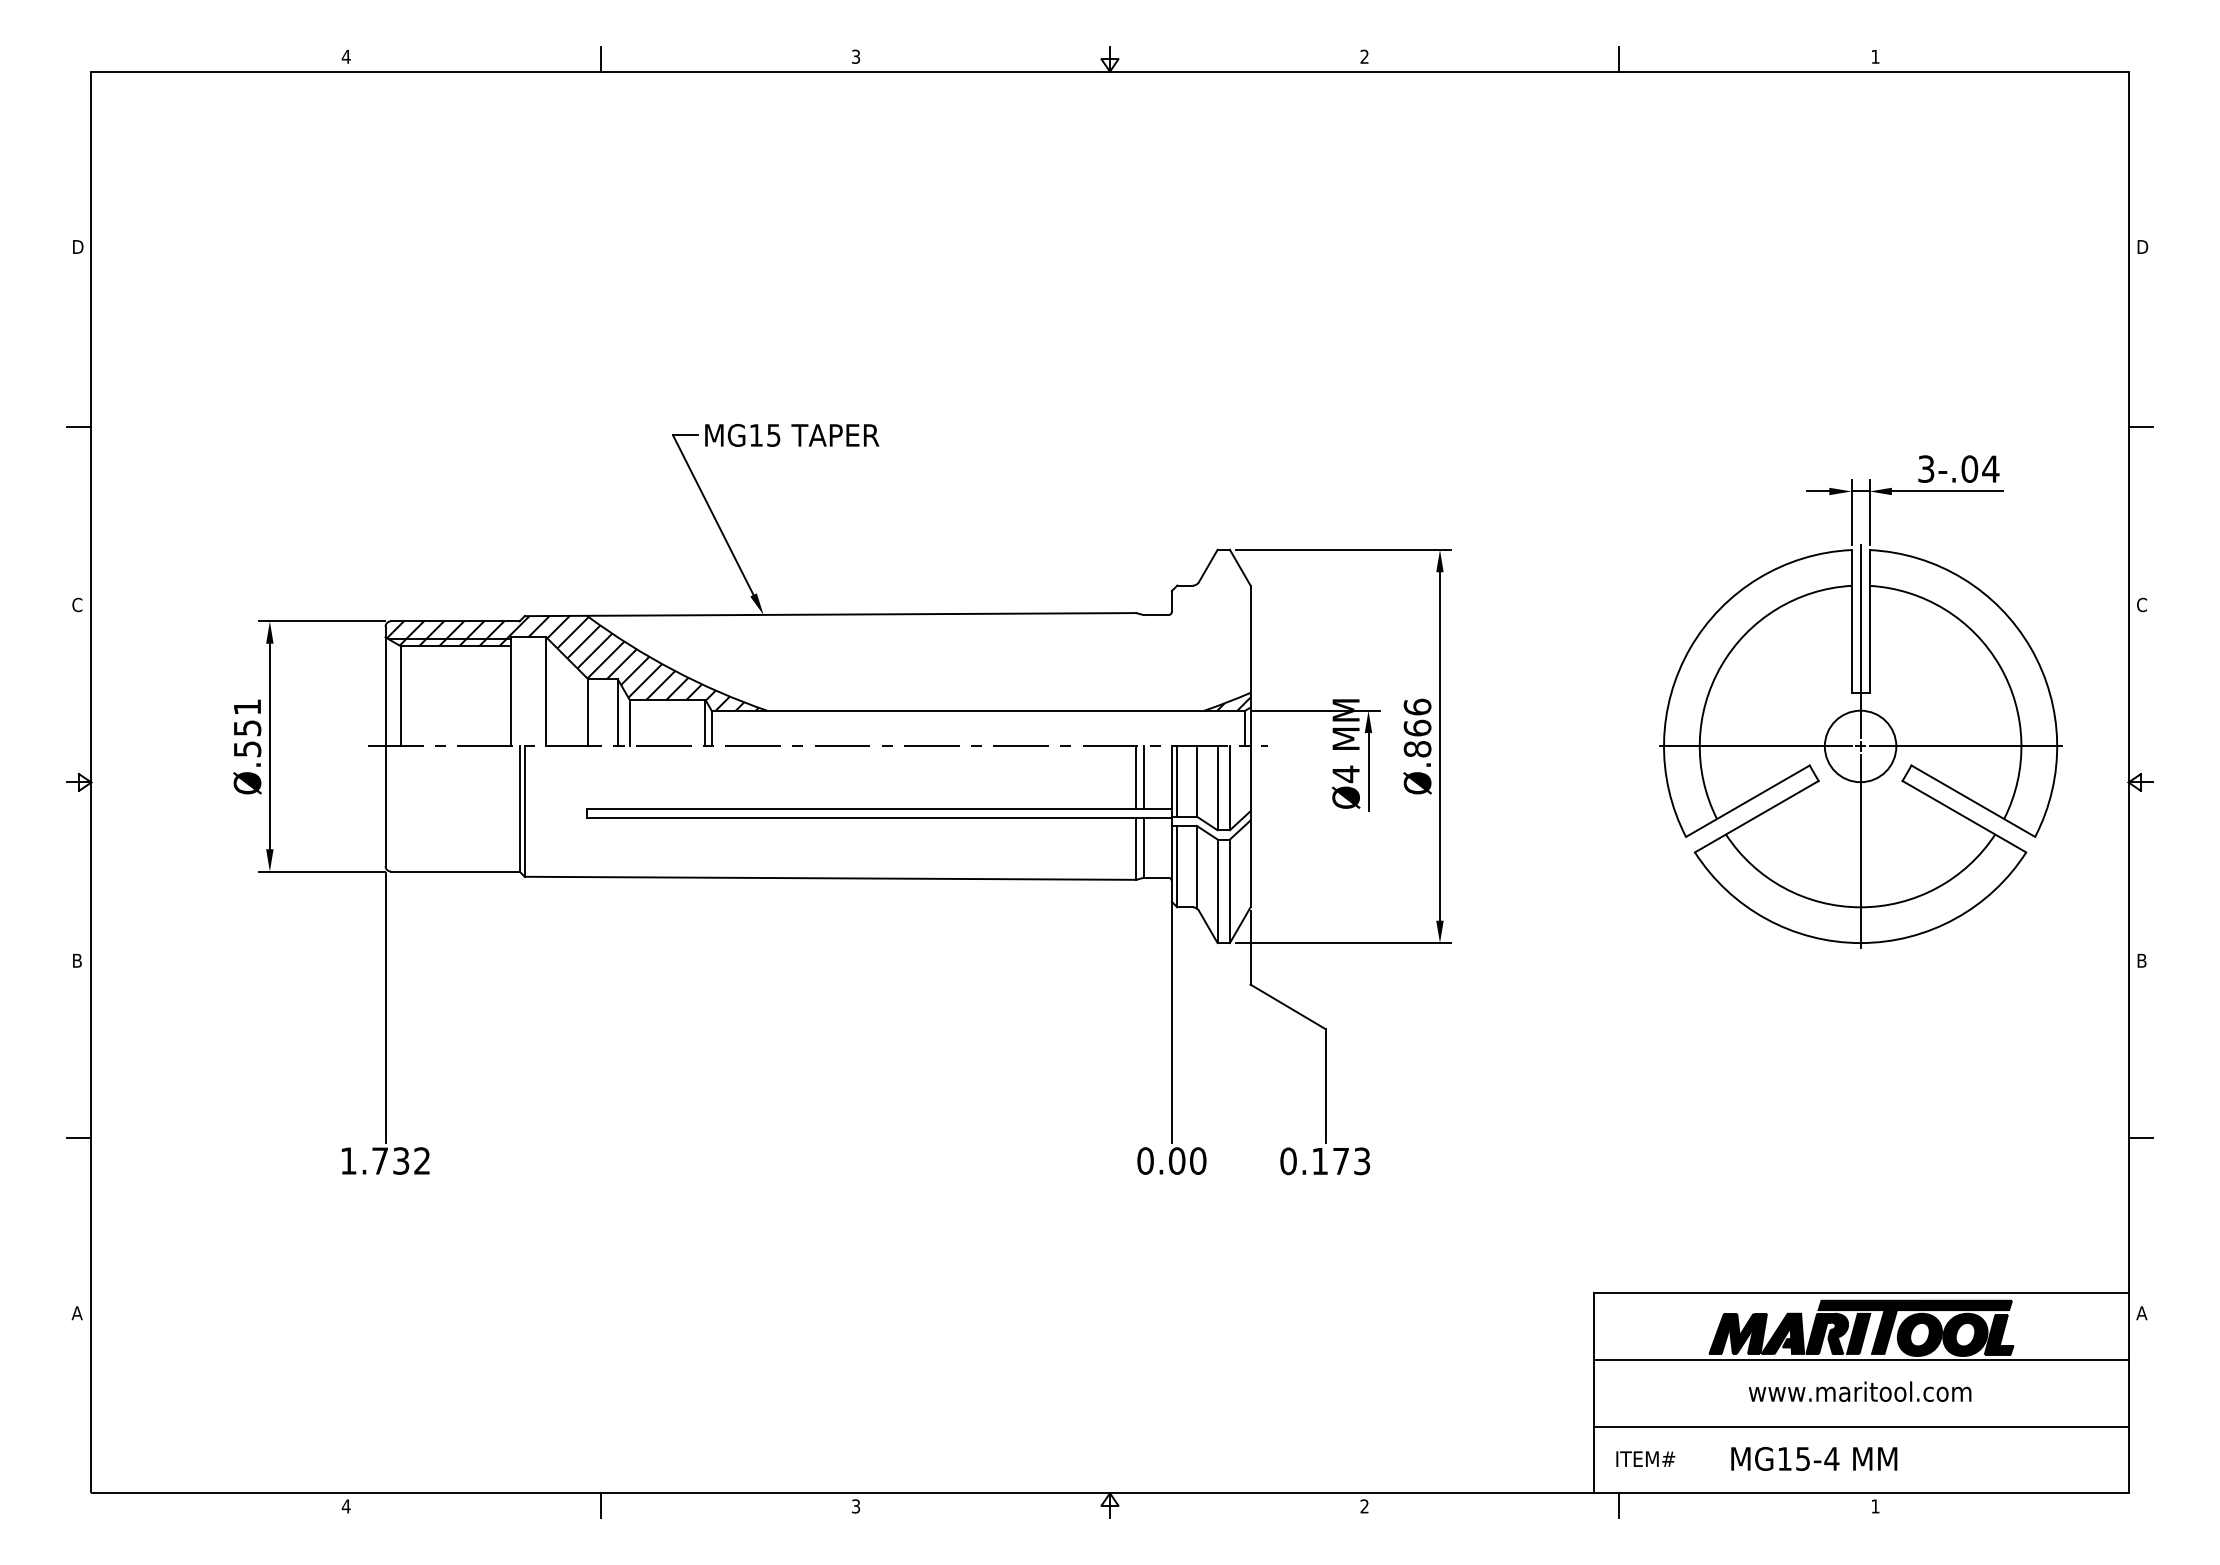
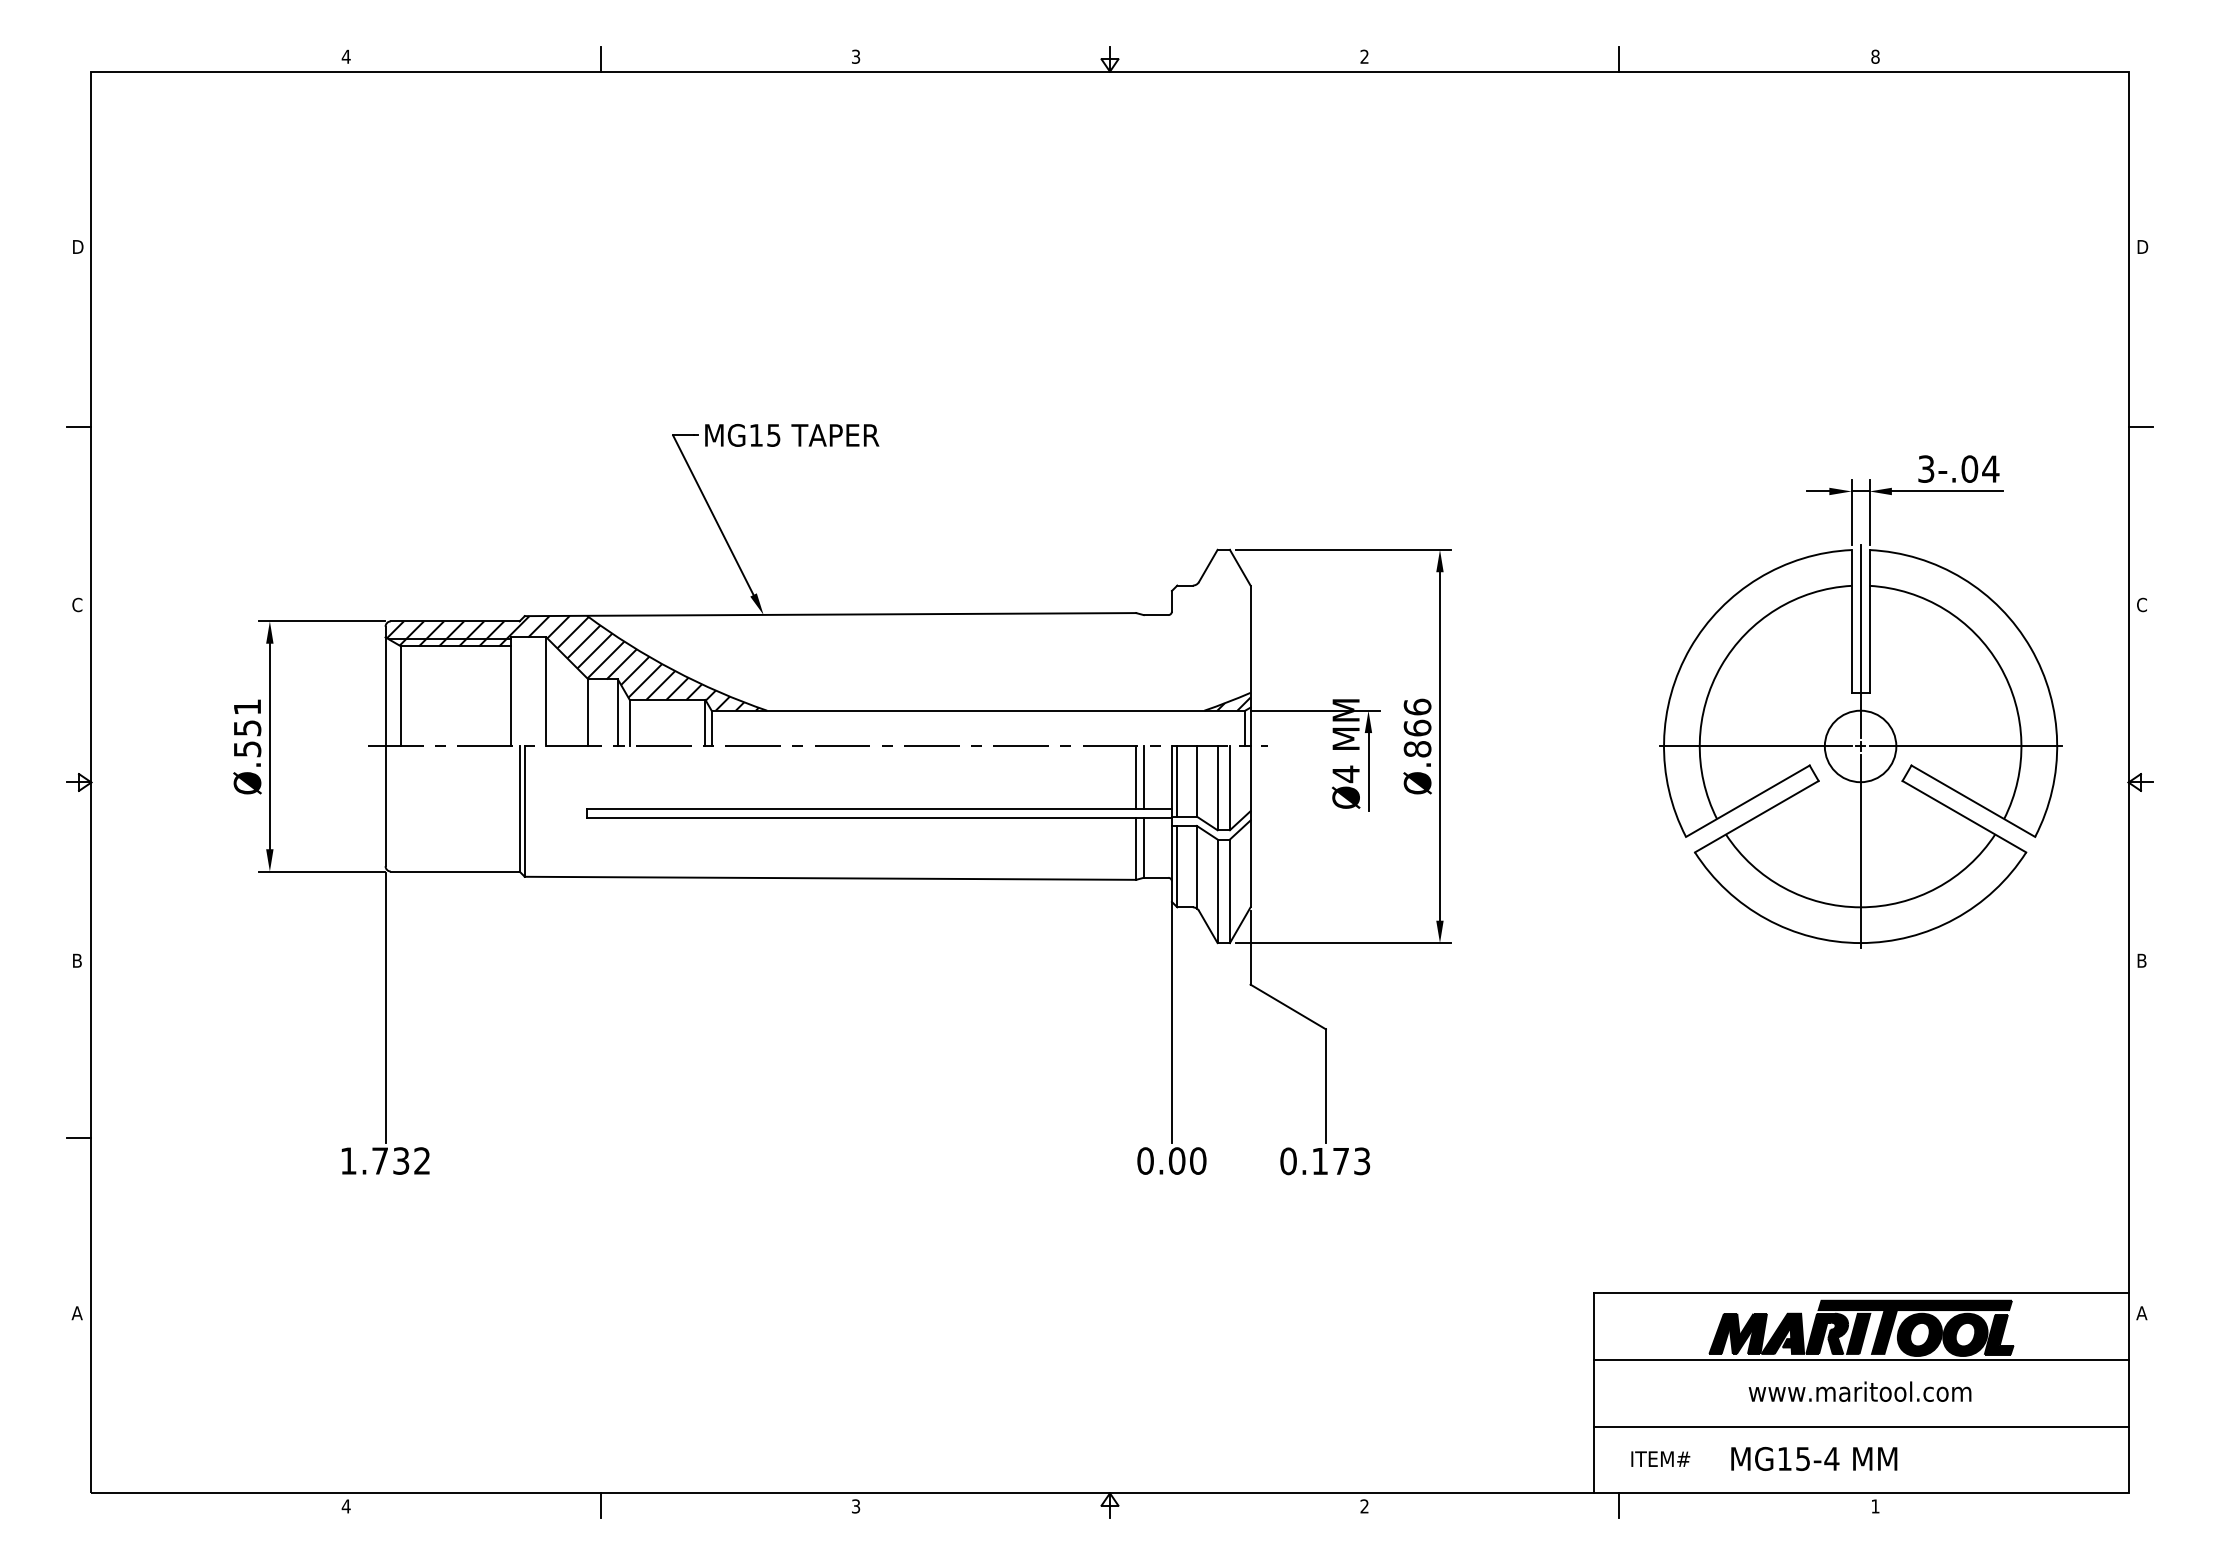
text at (1875, 56): 1 -> 8
line at (2140, 1137): present -> none
text at (1645, 1458) position: (1645, 1458) -> (1660, 1458)
